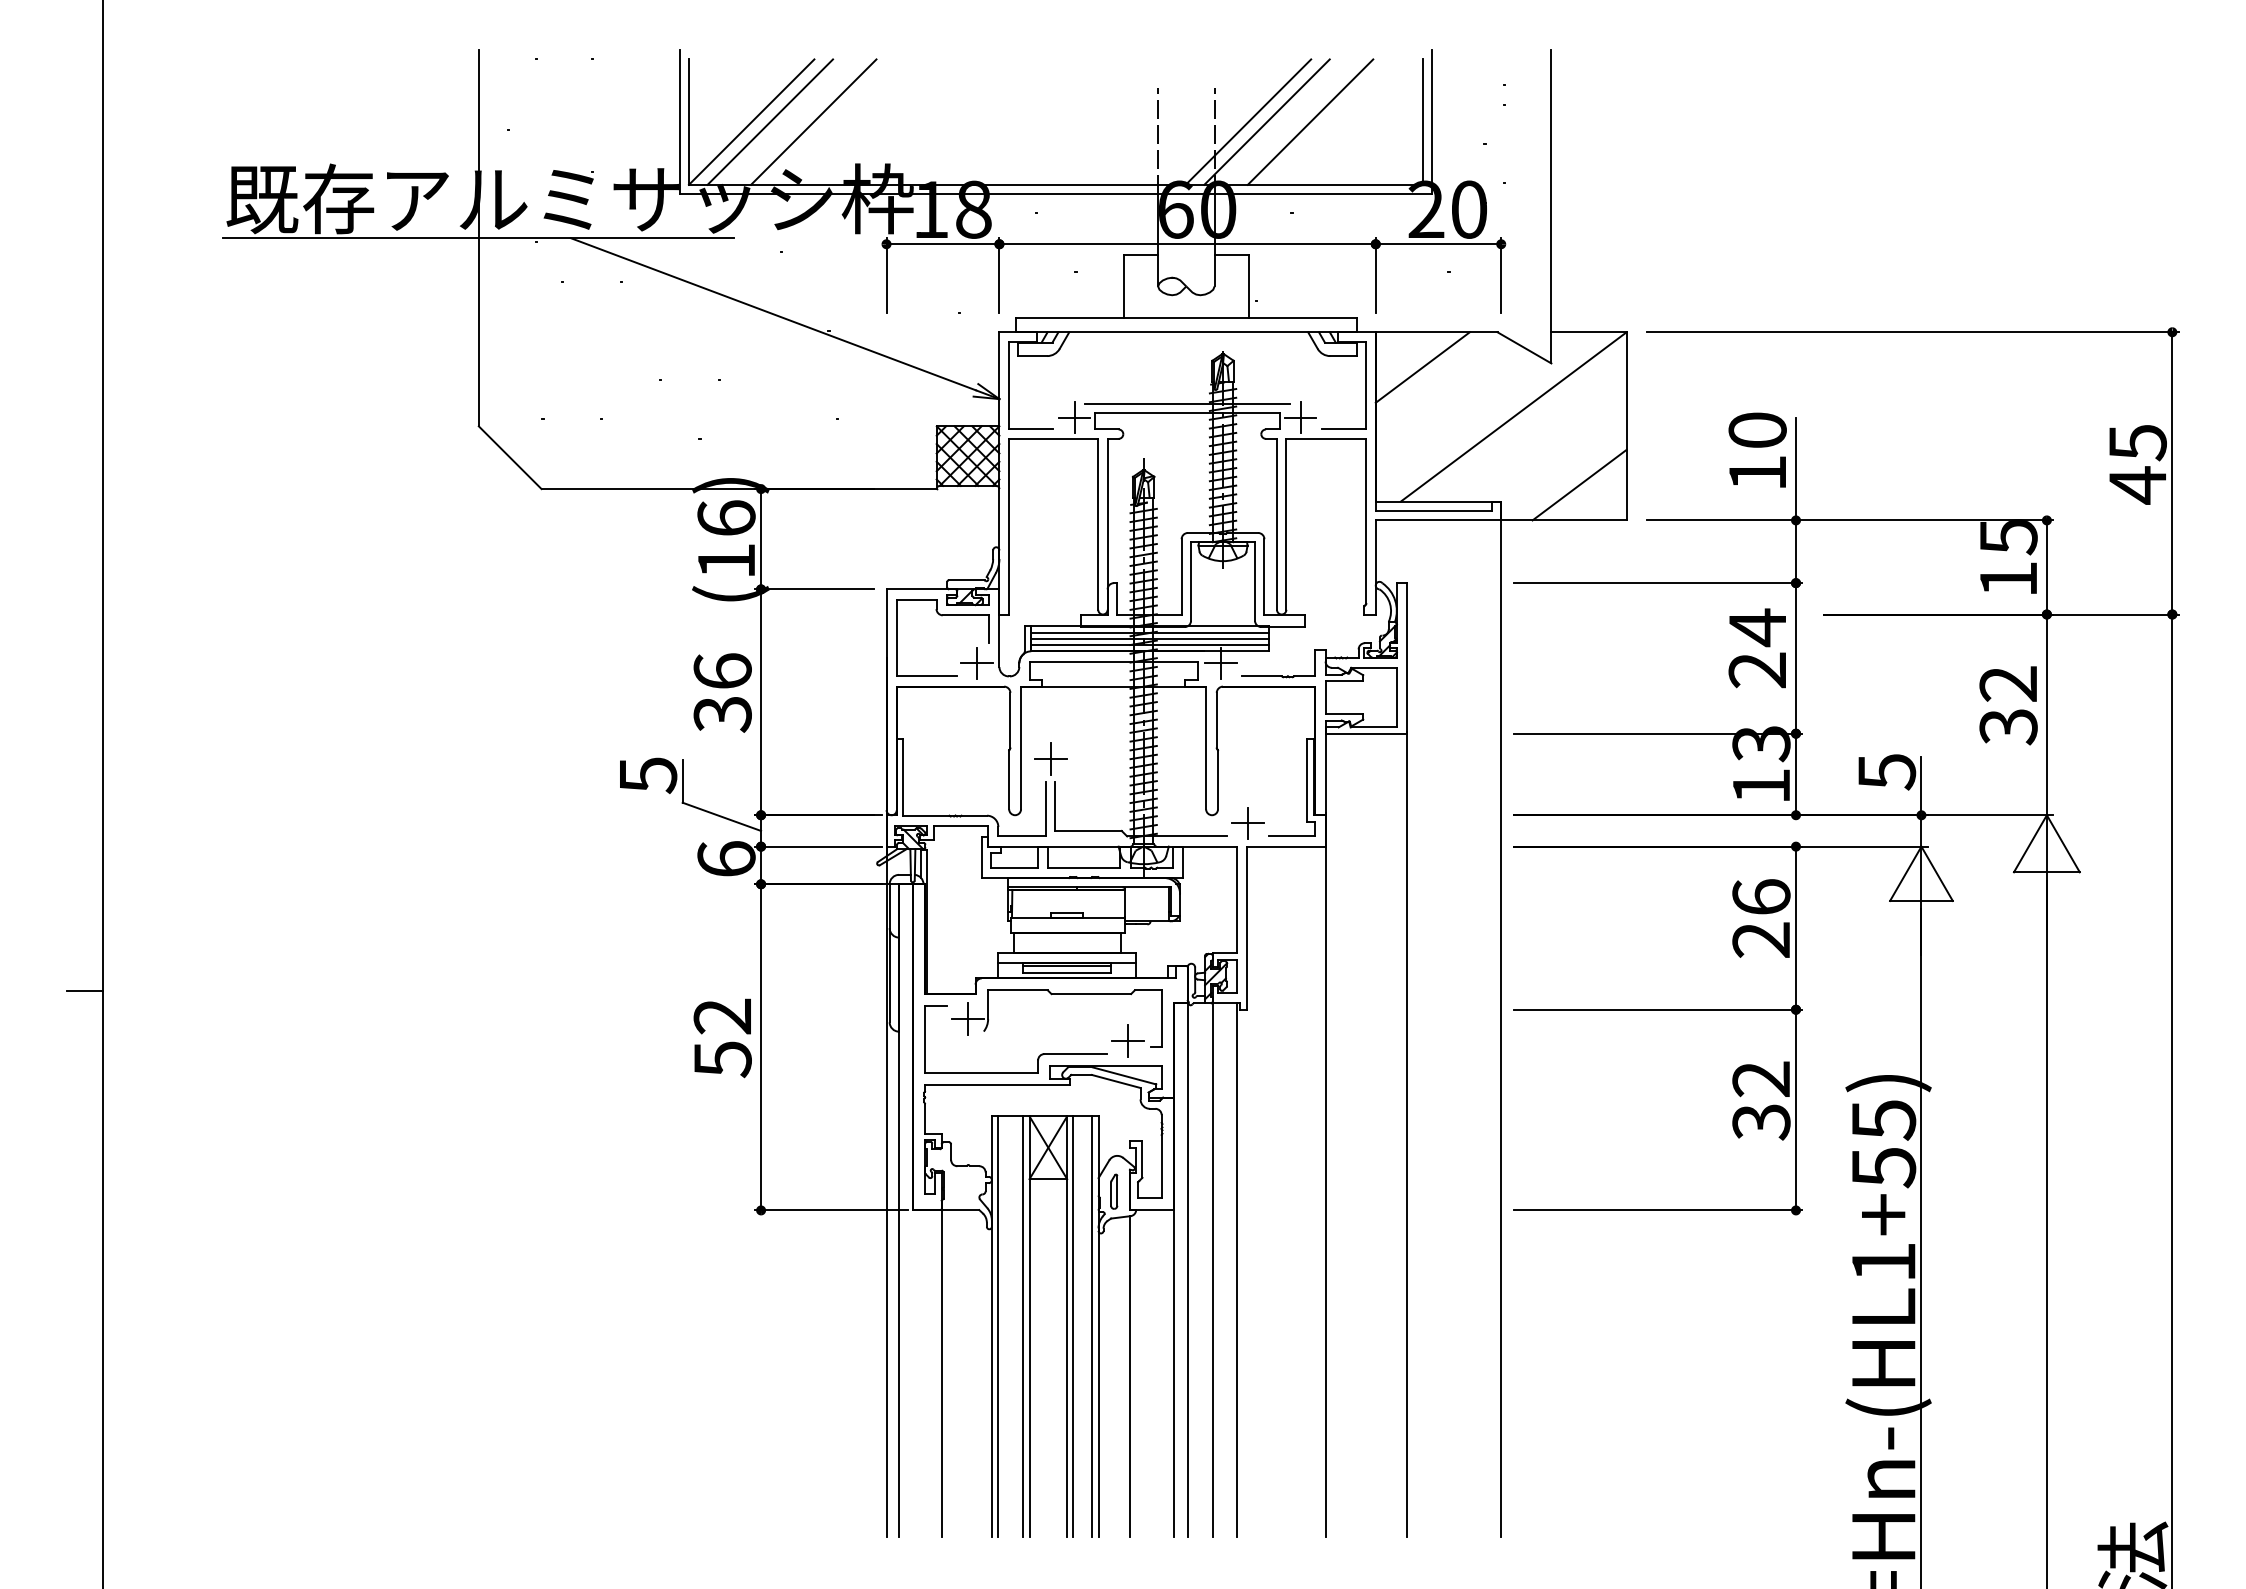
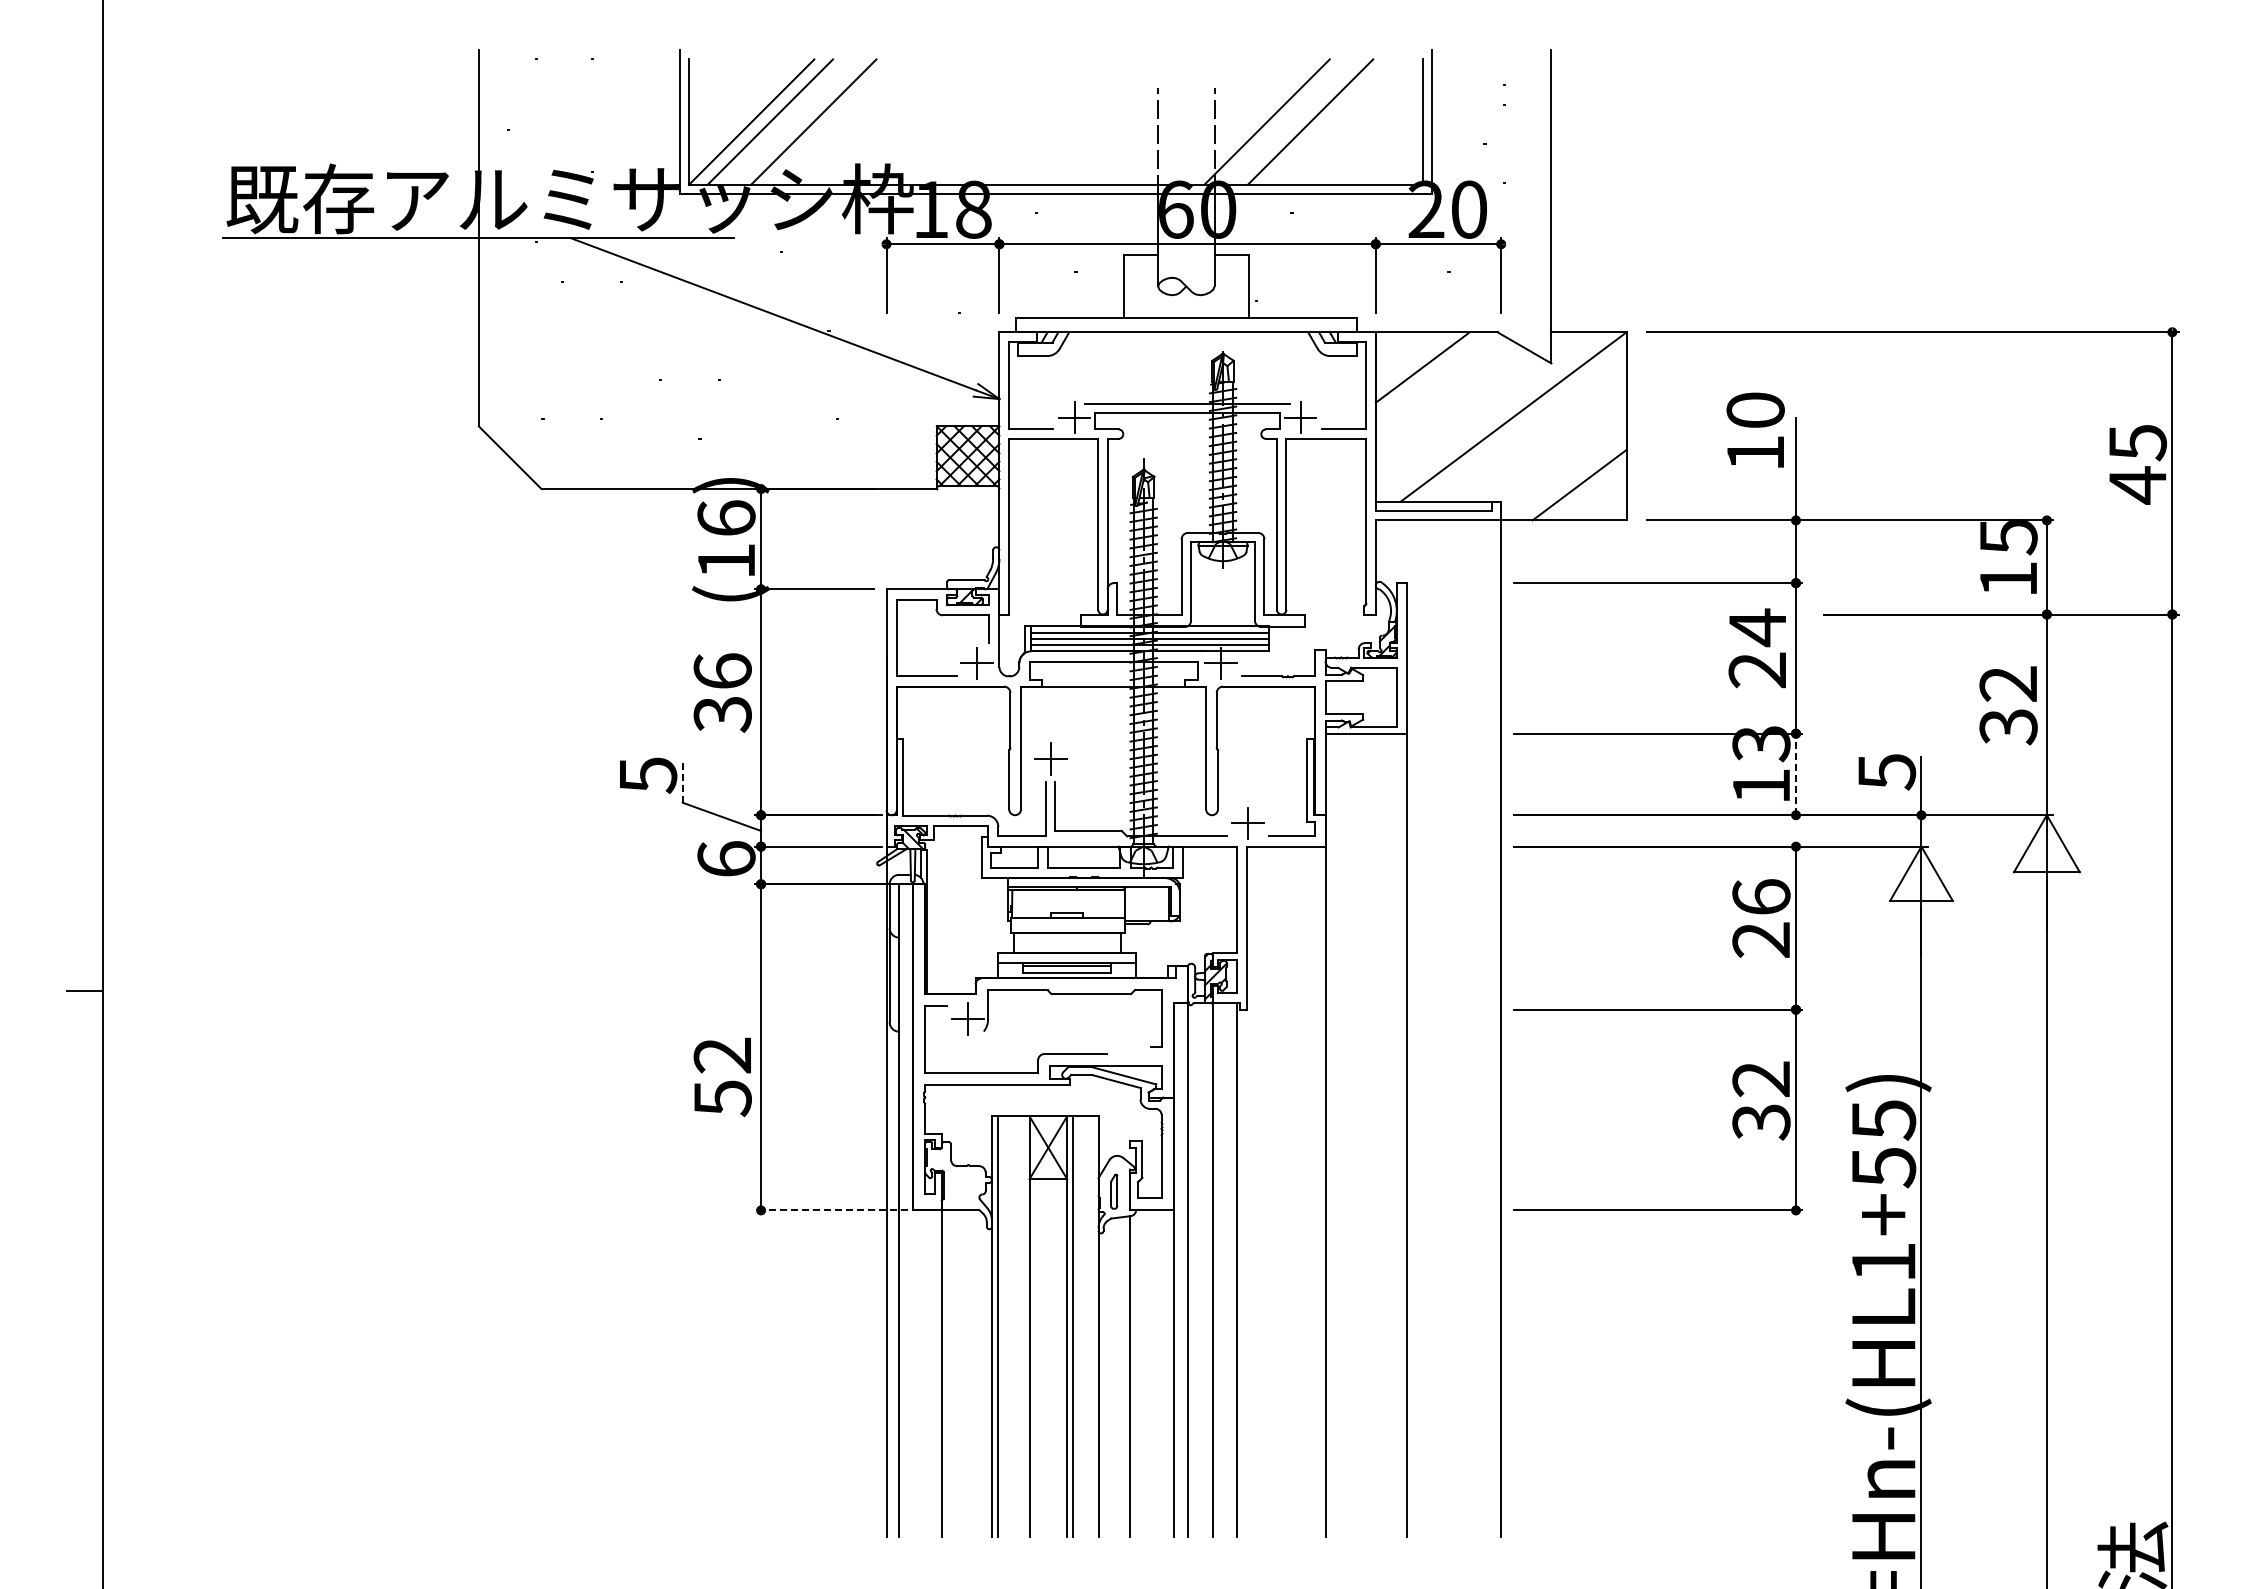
line at (1248, 121): present -> none
text at (1757, 449) position: (1757, 449) -> (1755, 429)
line at (1796, 774): solid -> dashed
line at (682, 780): solid -> dashed
text at (722, 1038) position: (722, 1038) -> (722, 1077)
part at (1127, 1040): present -> none
line at (831, 1210): solid -> dashed
line at (1023, 1326): present -> none
line at (1092, 1326): present -> none
